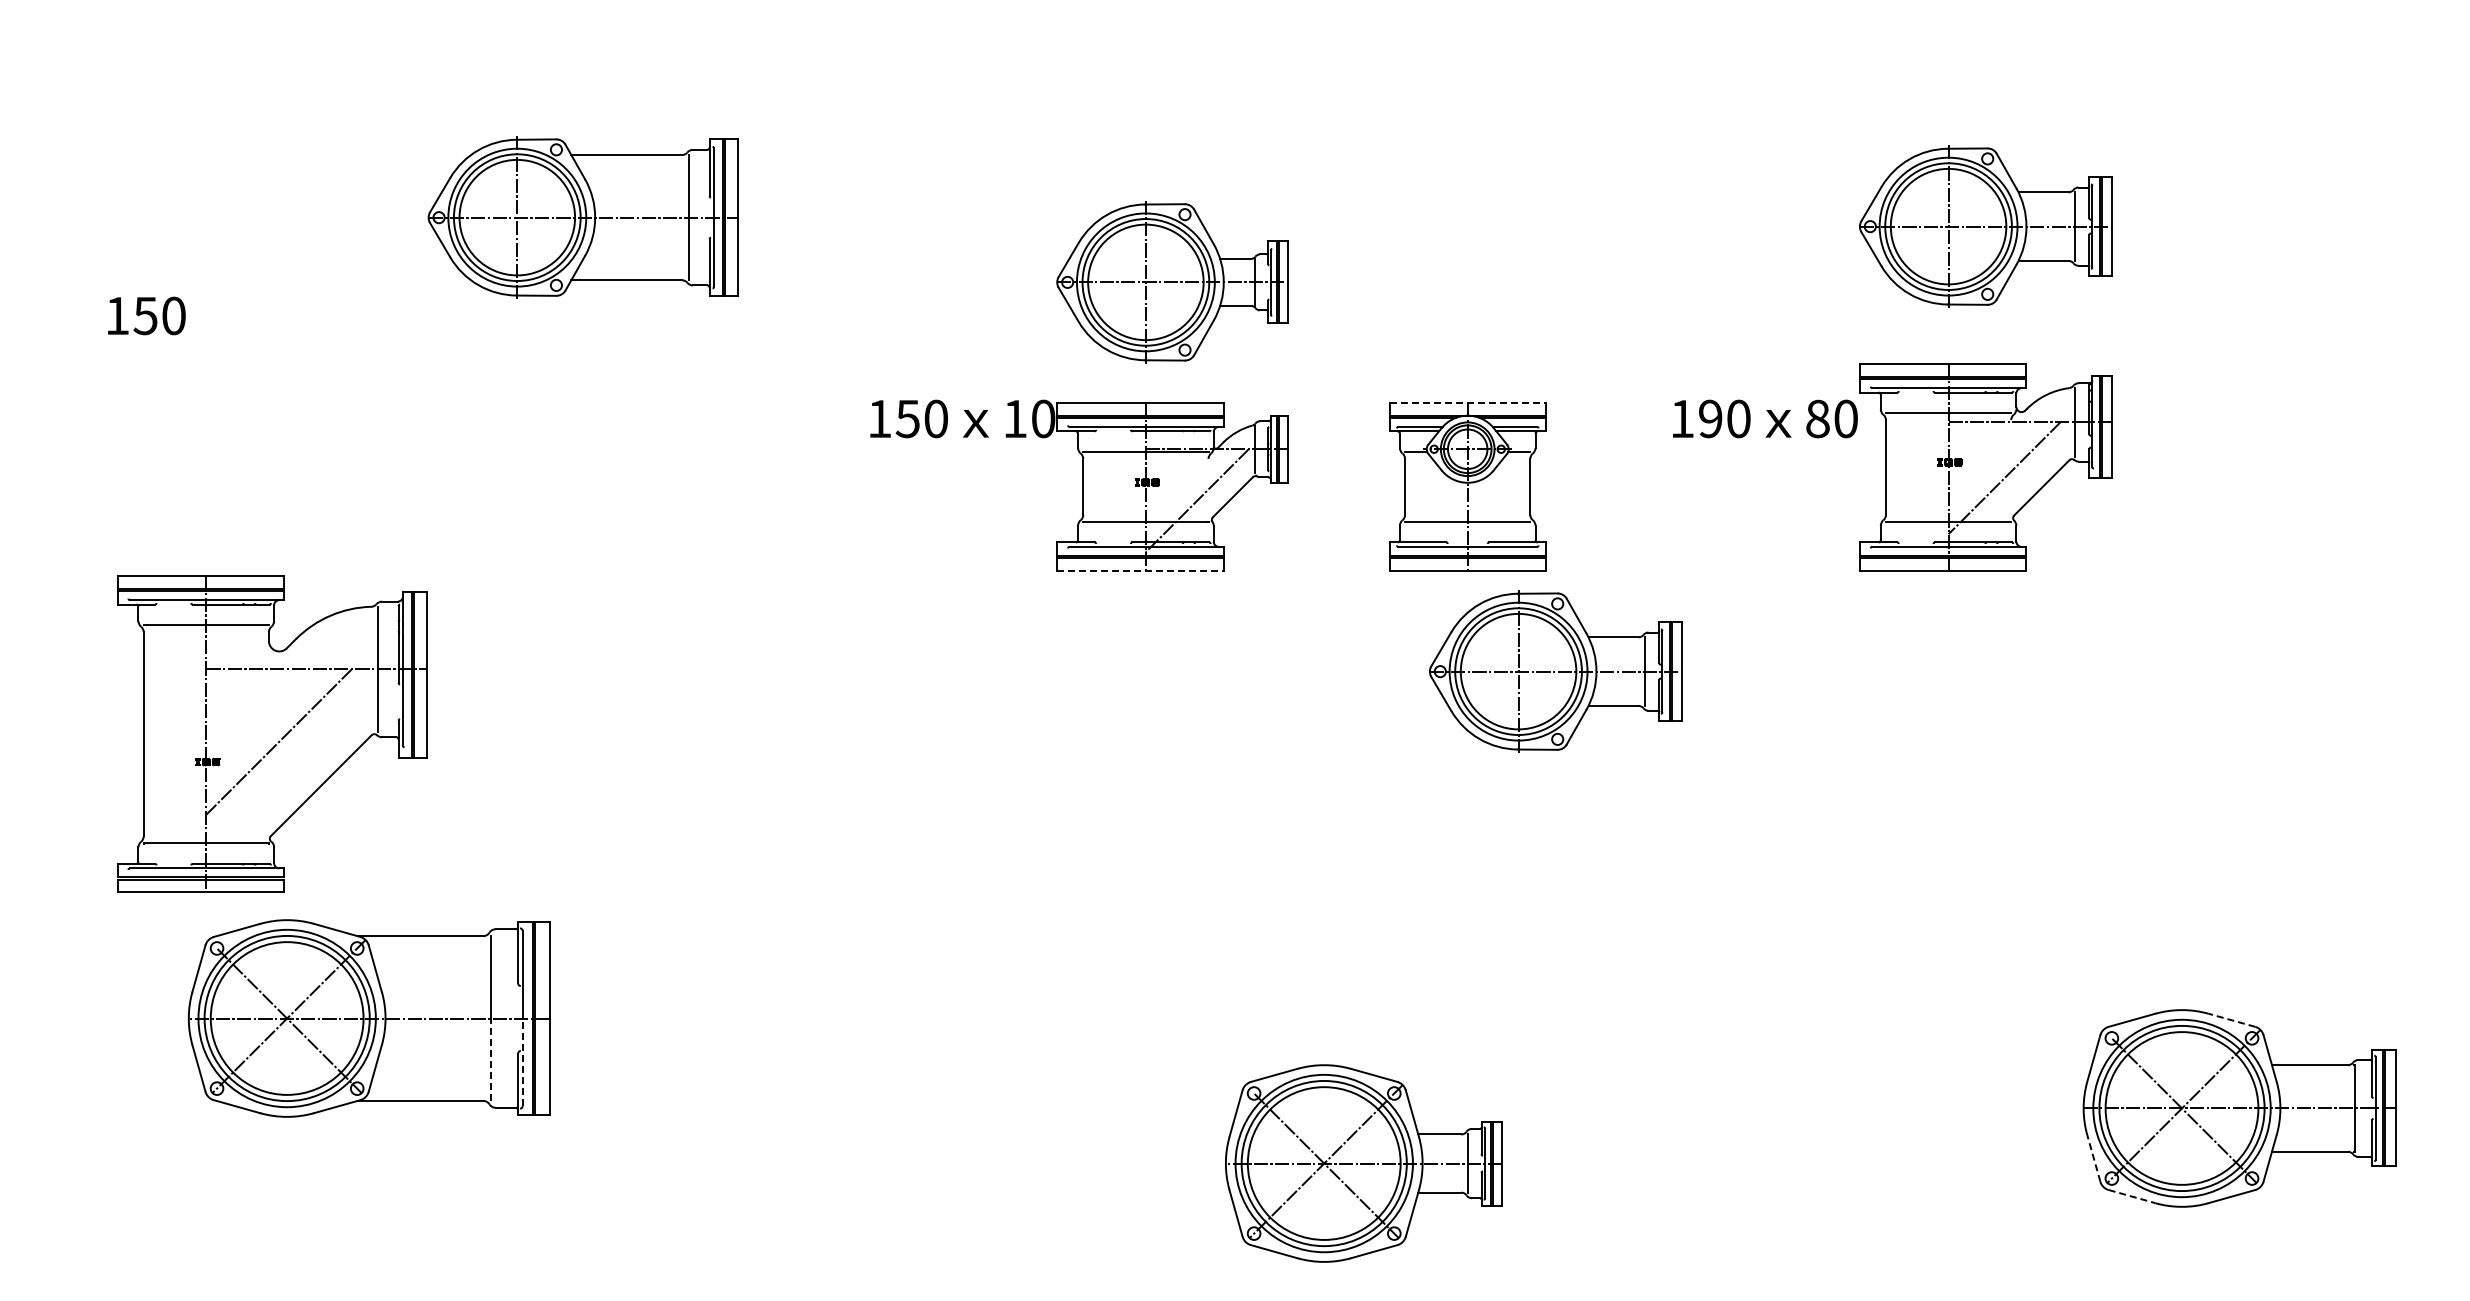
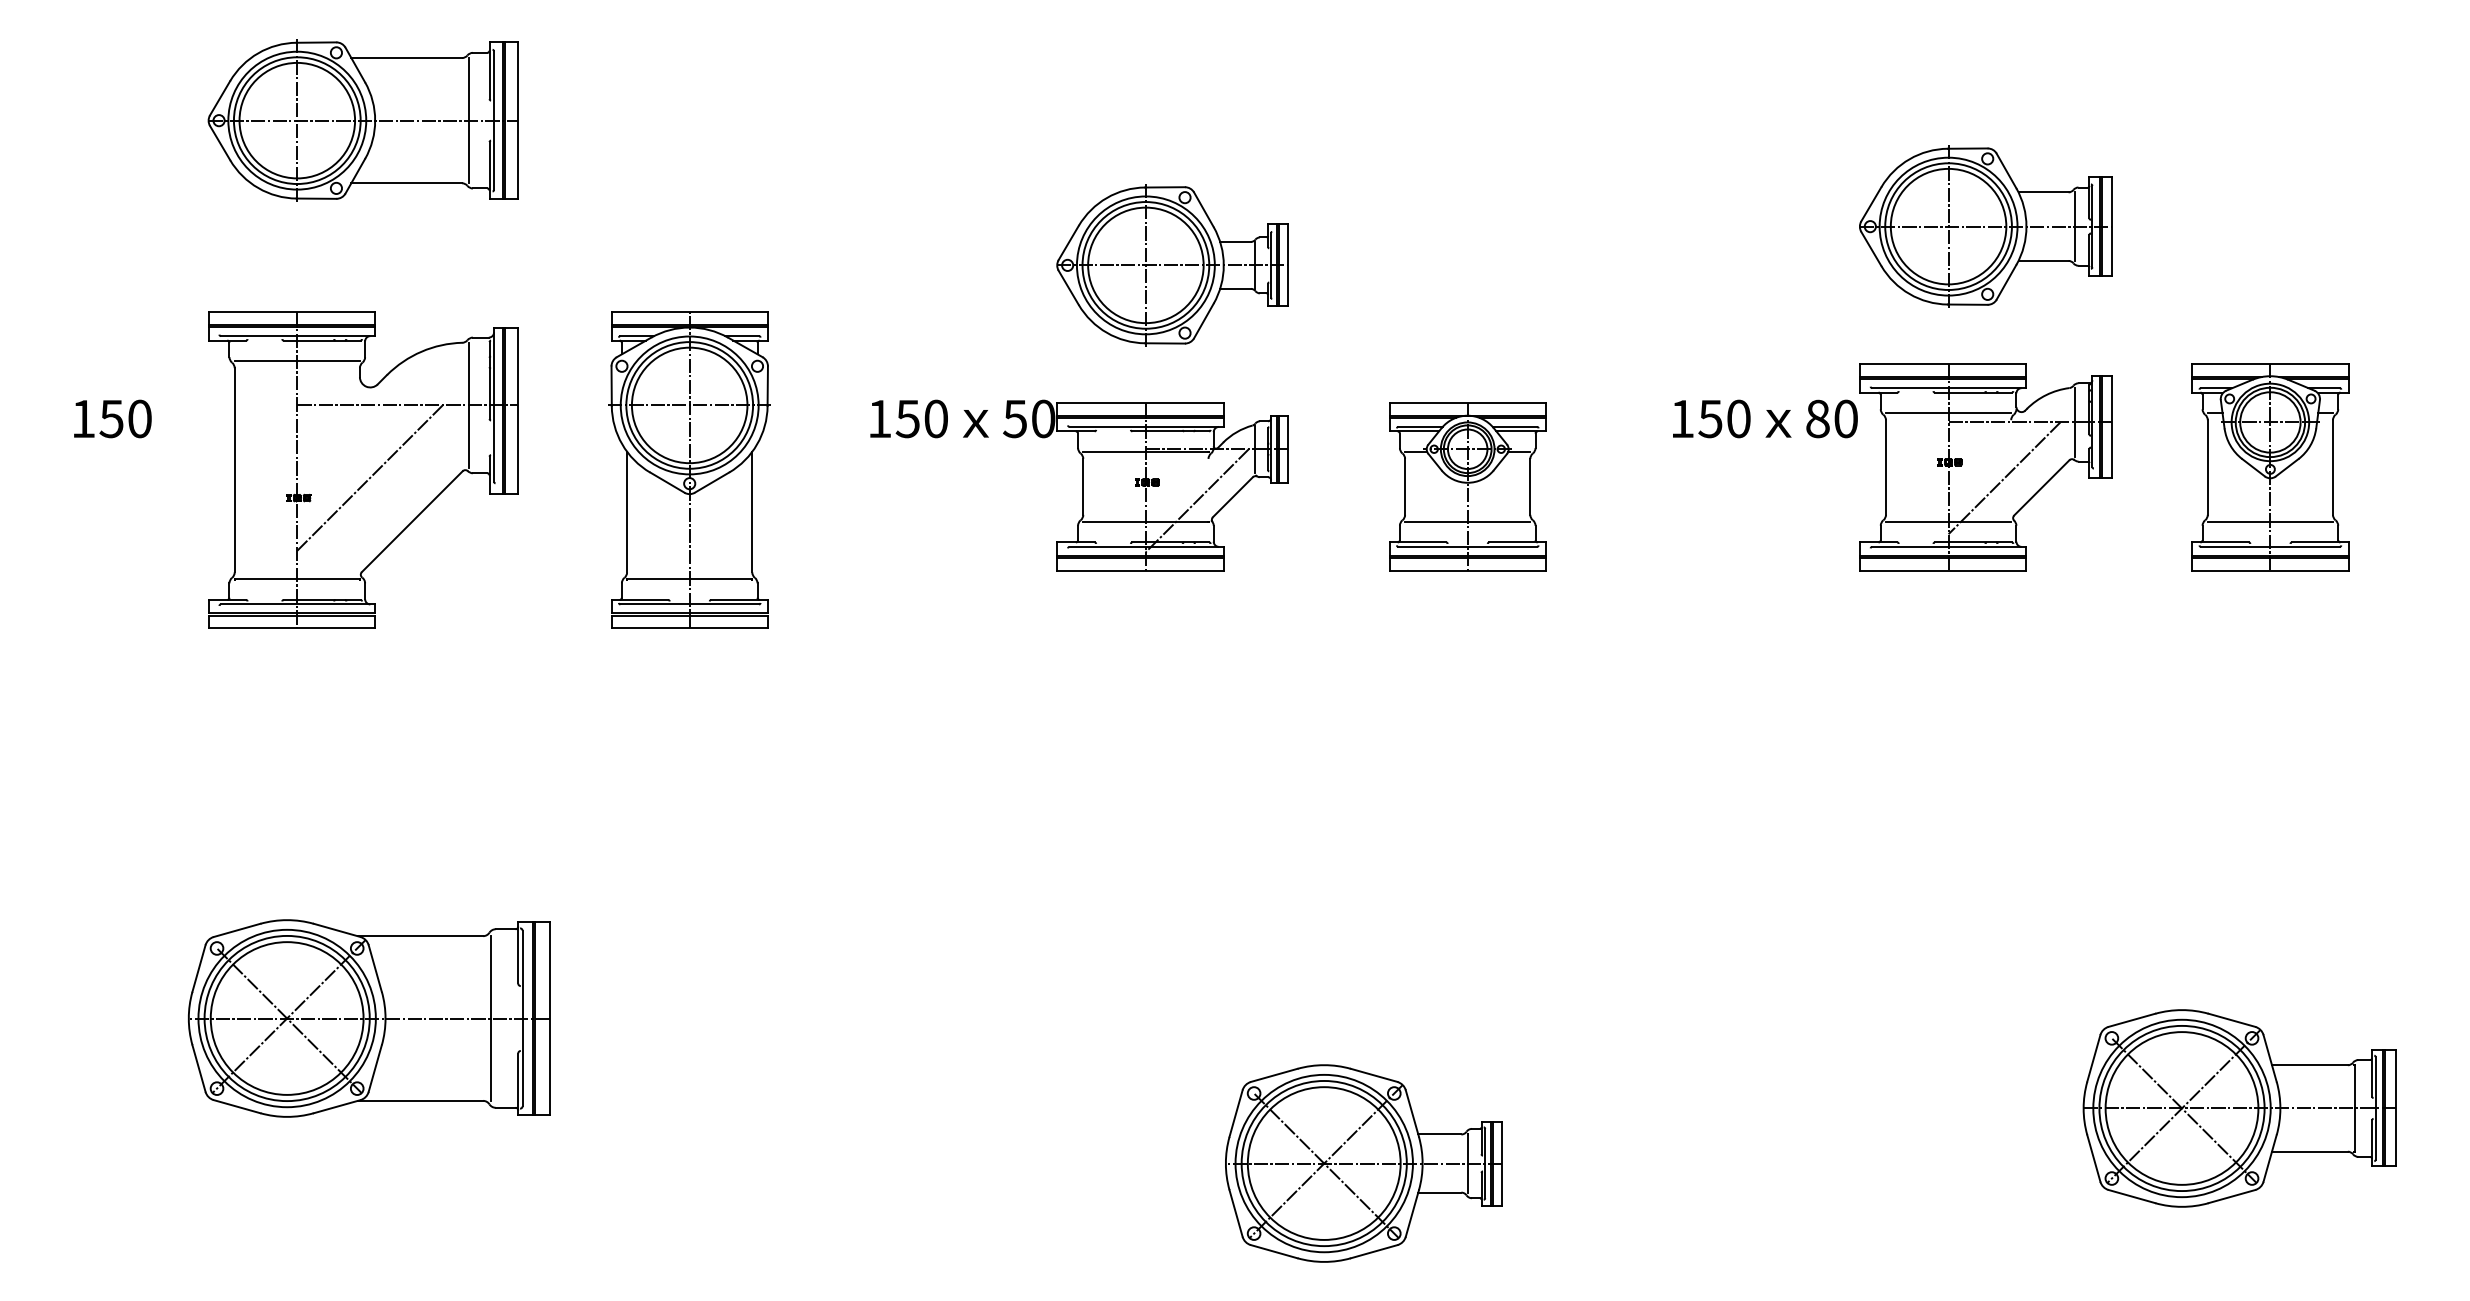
part at (582, 217) position: (582, 217) -> (362, 120)
part at (1172, 282) position: (1172, 282) -> (1172, 265)
text at (146, 315) position: (146, 315) -> (112, 418)
line at (1468, 403): dashed -> solid
text at (1710, 418): 190 -> 150
text at (1014, 419): 10 -> 50
part at (2270, 467): none -> present
part at (689, 469): none -> present
line at (1141, 570): dashed -> solid
part at (1555, 671): present -> none
part at (272, 733) position: (272, 733) -> (363, 469)
line at (2231, 1020): dashed -> solid
line at (490, 1059): dashed -> solid
line at (522, 1062): dashed -> solid
line at (2093, 1157): dashed -> solid
line at (2132, 1196): dashed -> solid
